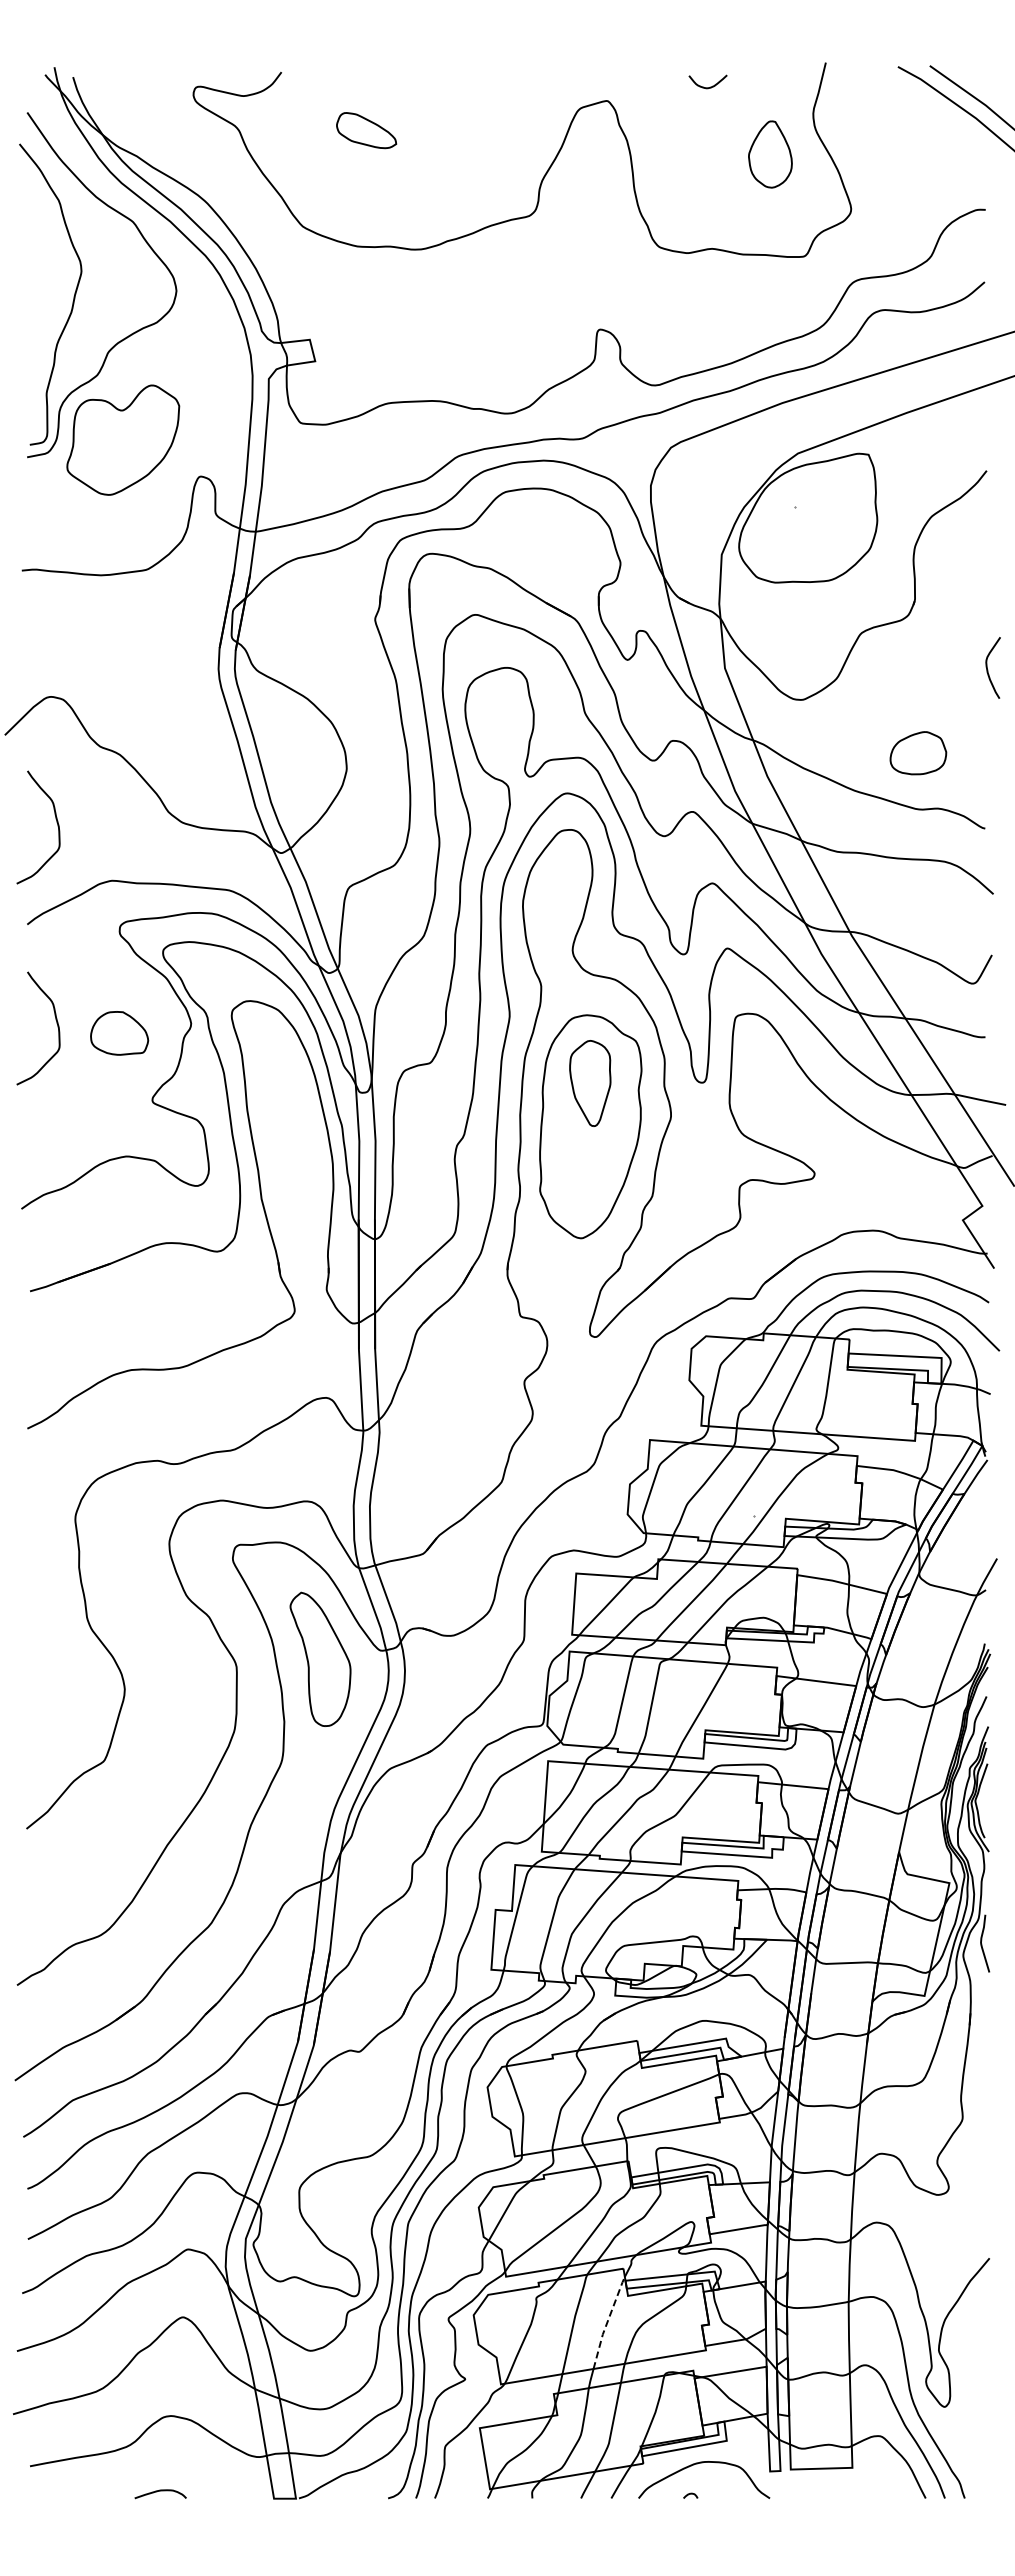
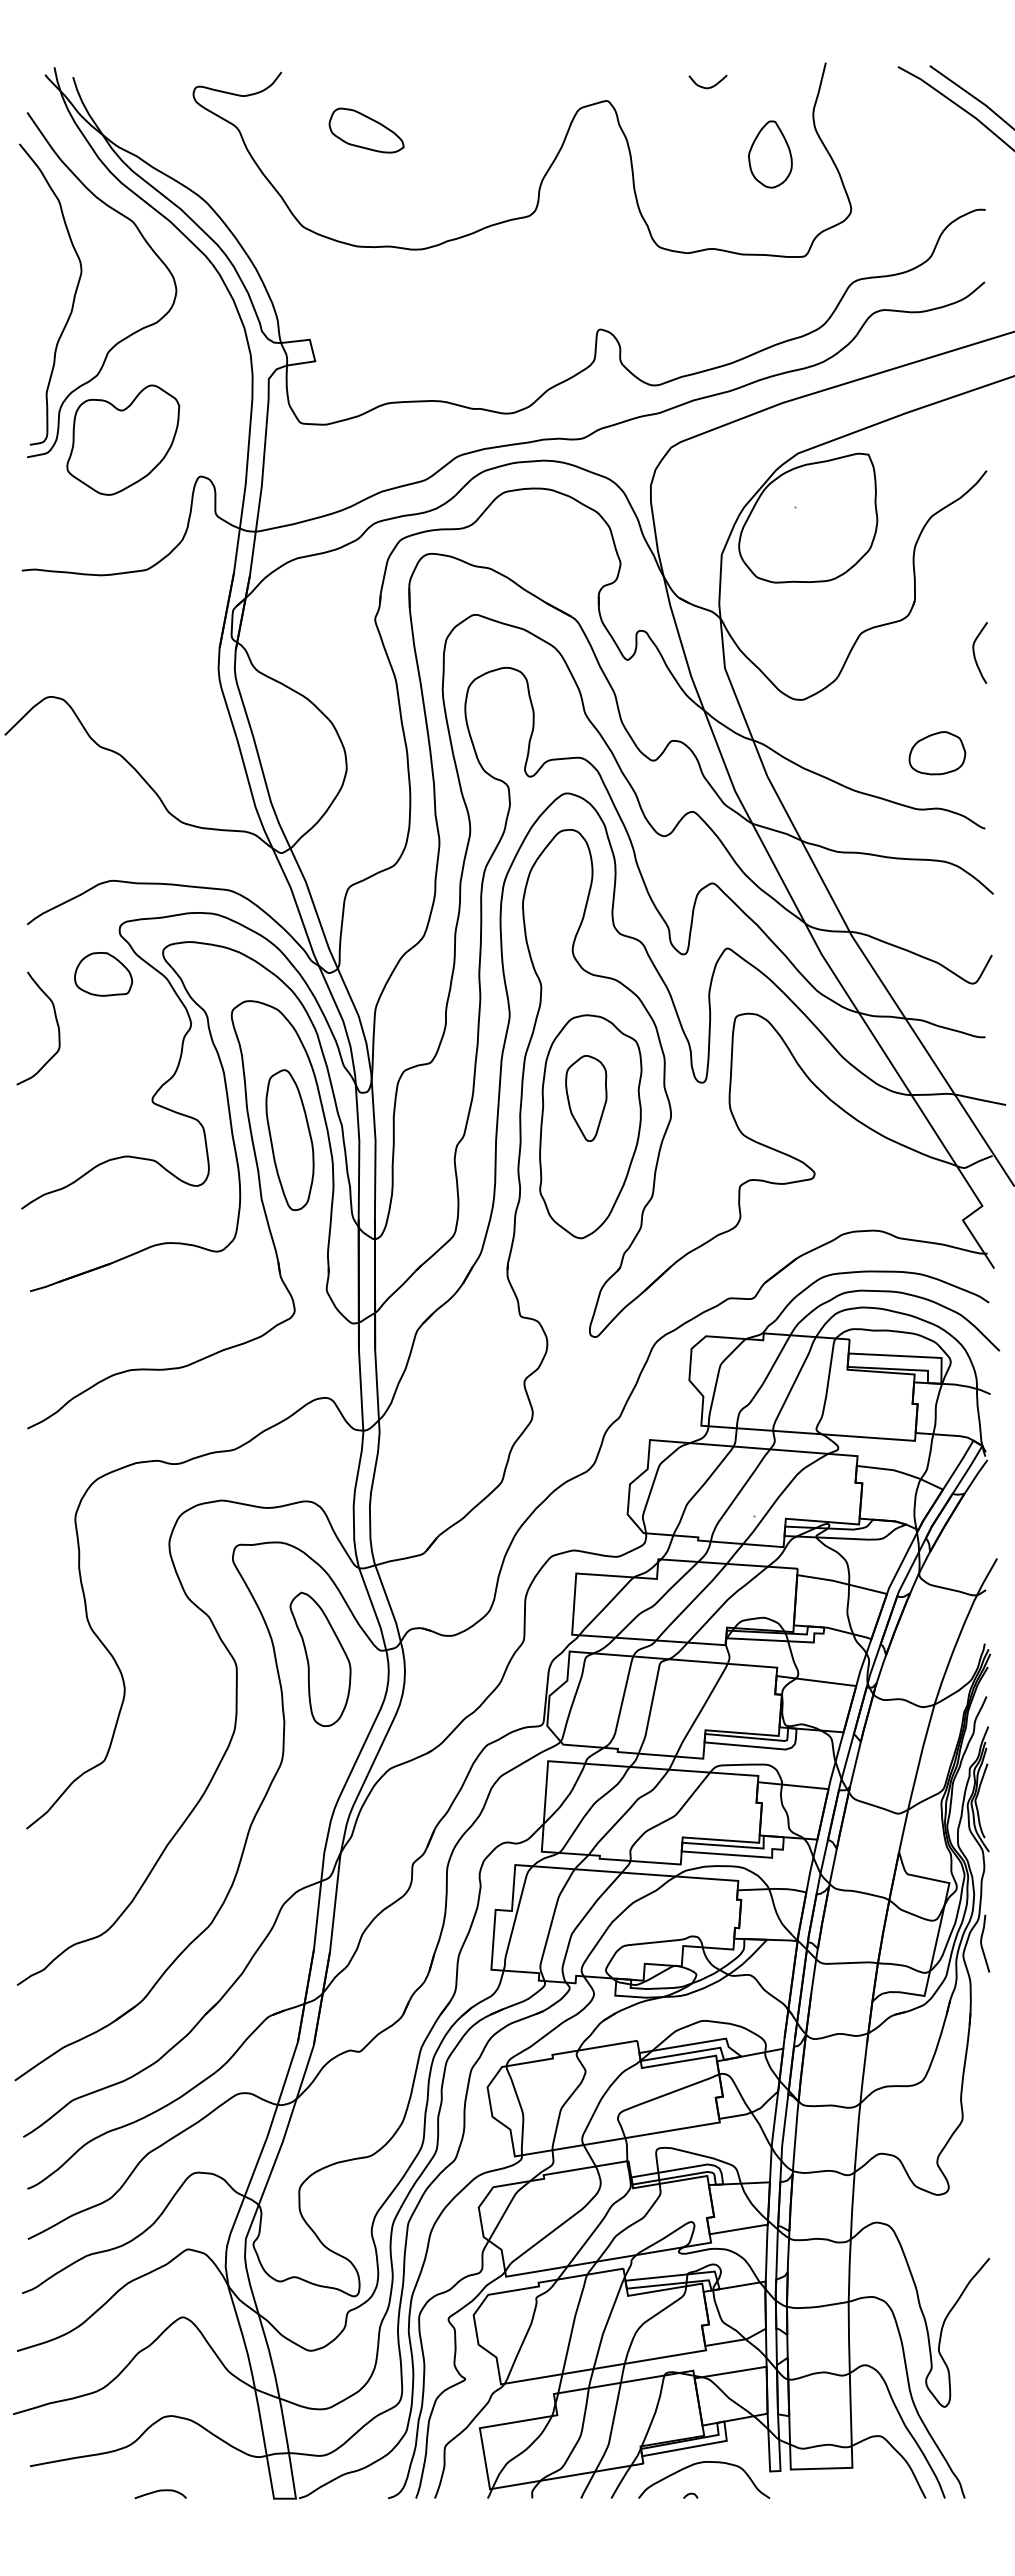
part at (366, 130) size: 62x38 px -> 77x47 px
curve at (988, 669) position: (988, 669) -> (975, 654)
part at (918, 753) position: (918, 753) -> (937, 753)
curve at (56, 822): present -> none
part at (119, 1033) position: (119, 1033) -> (103, 974)
part at (590, 1083) position: (590, 1083) -> (586, 1098)
part at (289, 1140): none -> present
line at (607, 2322): dashed -> solid
